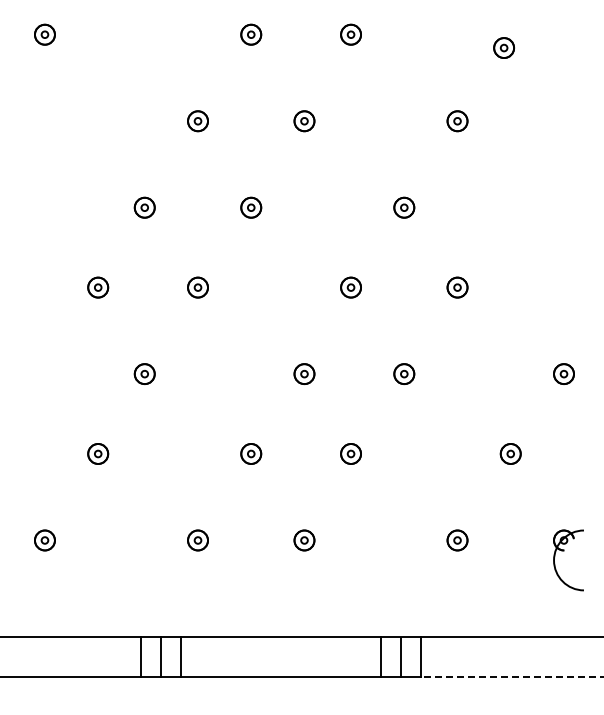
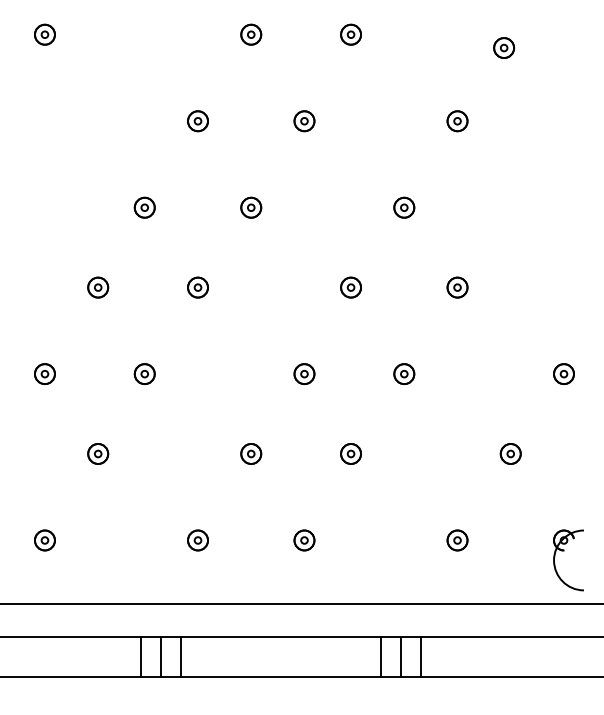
part at (44, 373): none -> present
line at (301, 603): none -> present
line at (511, 676): dashed -> solid
